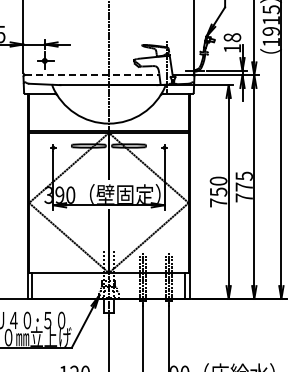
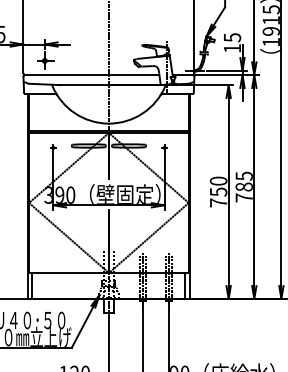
text at (232, 37): 18 -> 15
line at (92, 75): dashed -> solid
text at (243, 186): 775 -> 785
